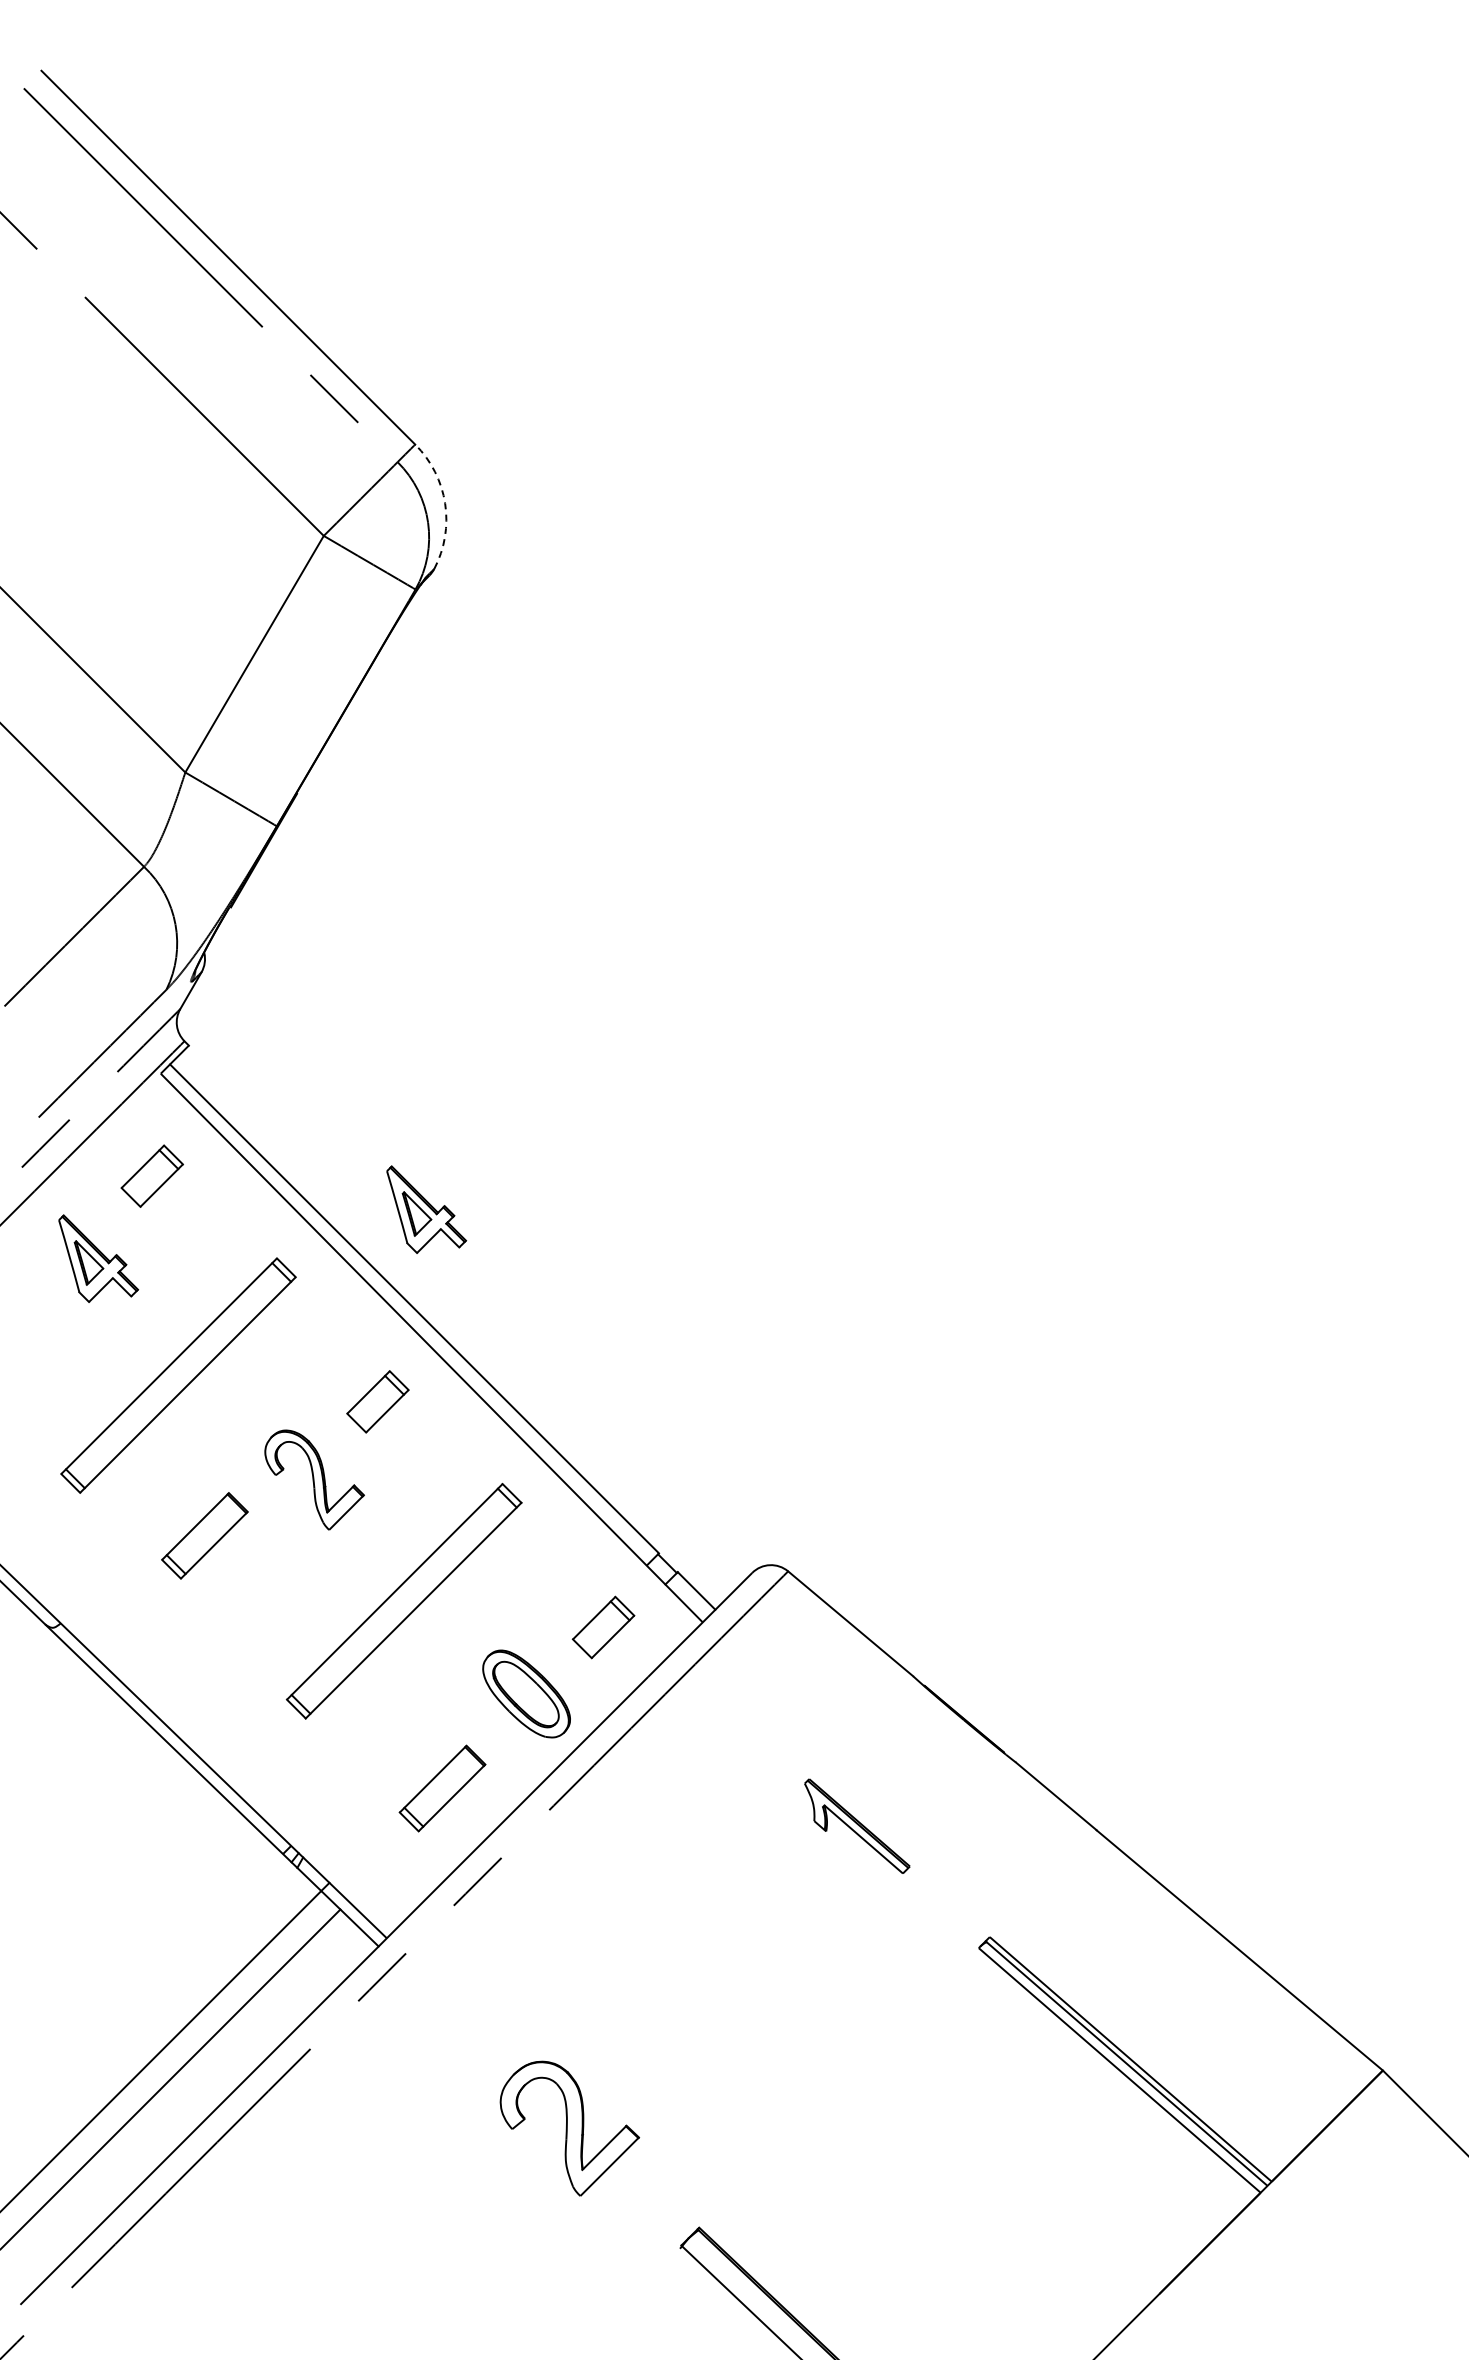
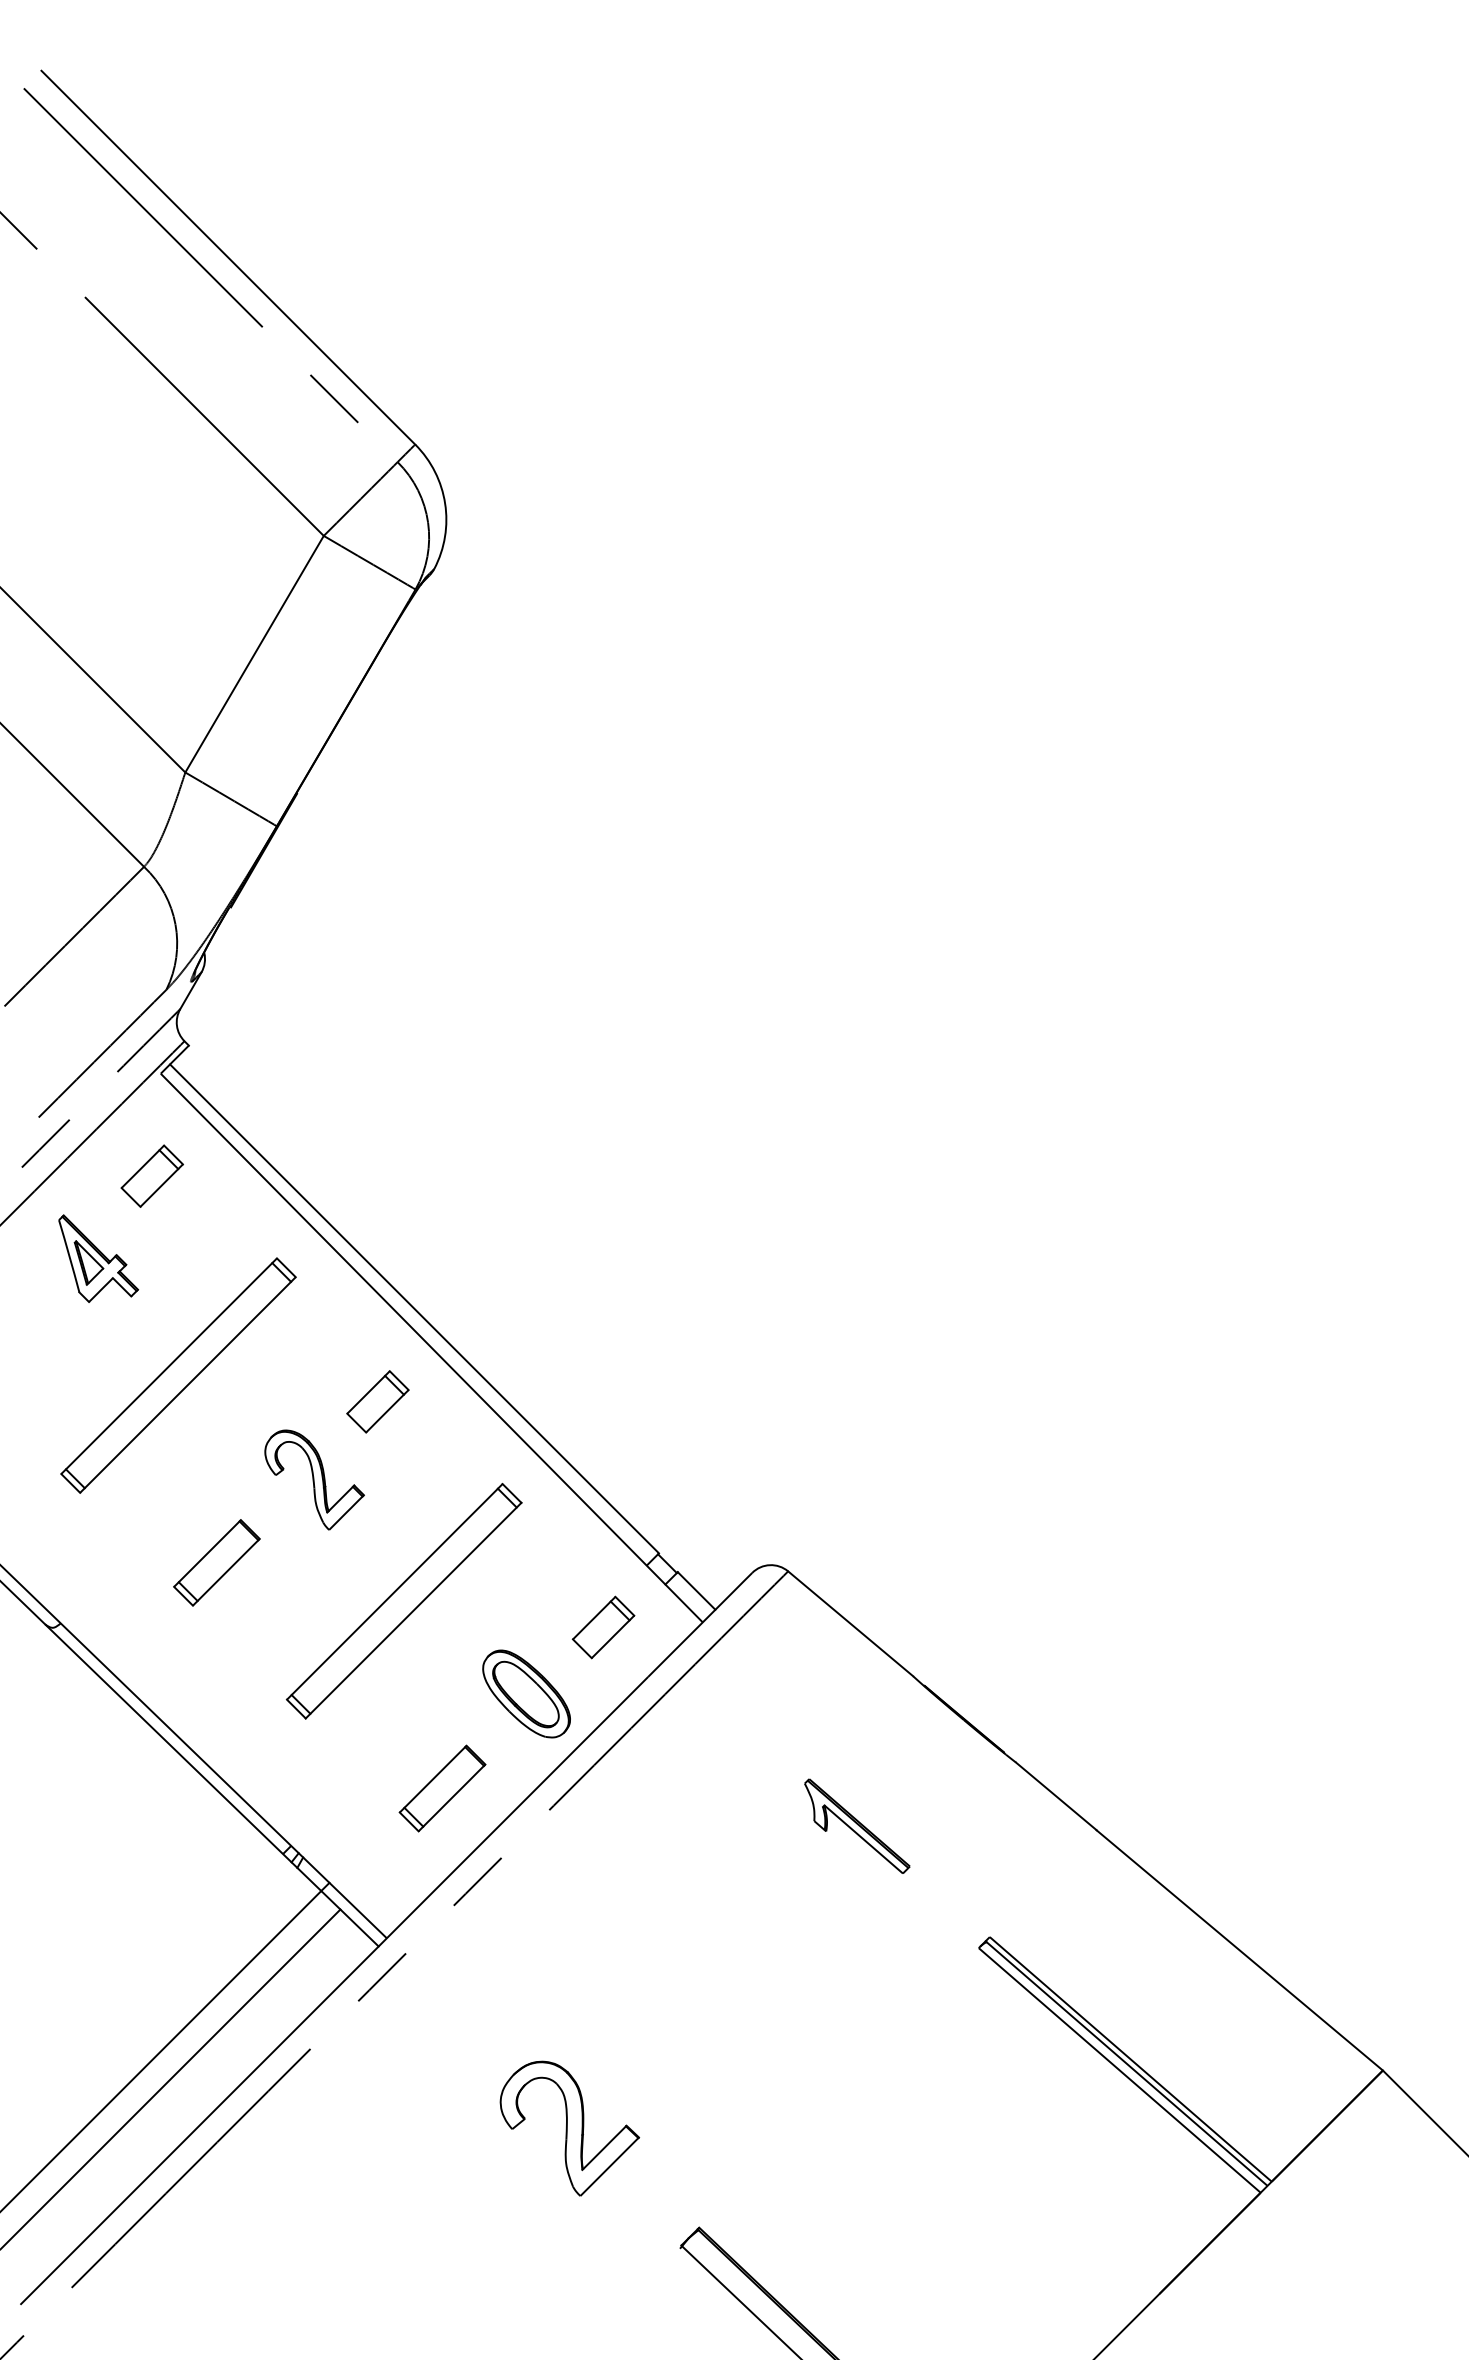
arc at (445, 503): dashed -> solid
part at (426, 1209): present -> none
part at (204, 1535) position: (204, 1535) -> (216, 1562)
